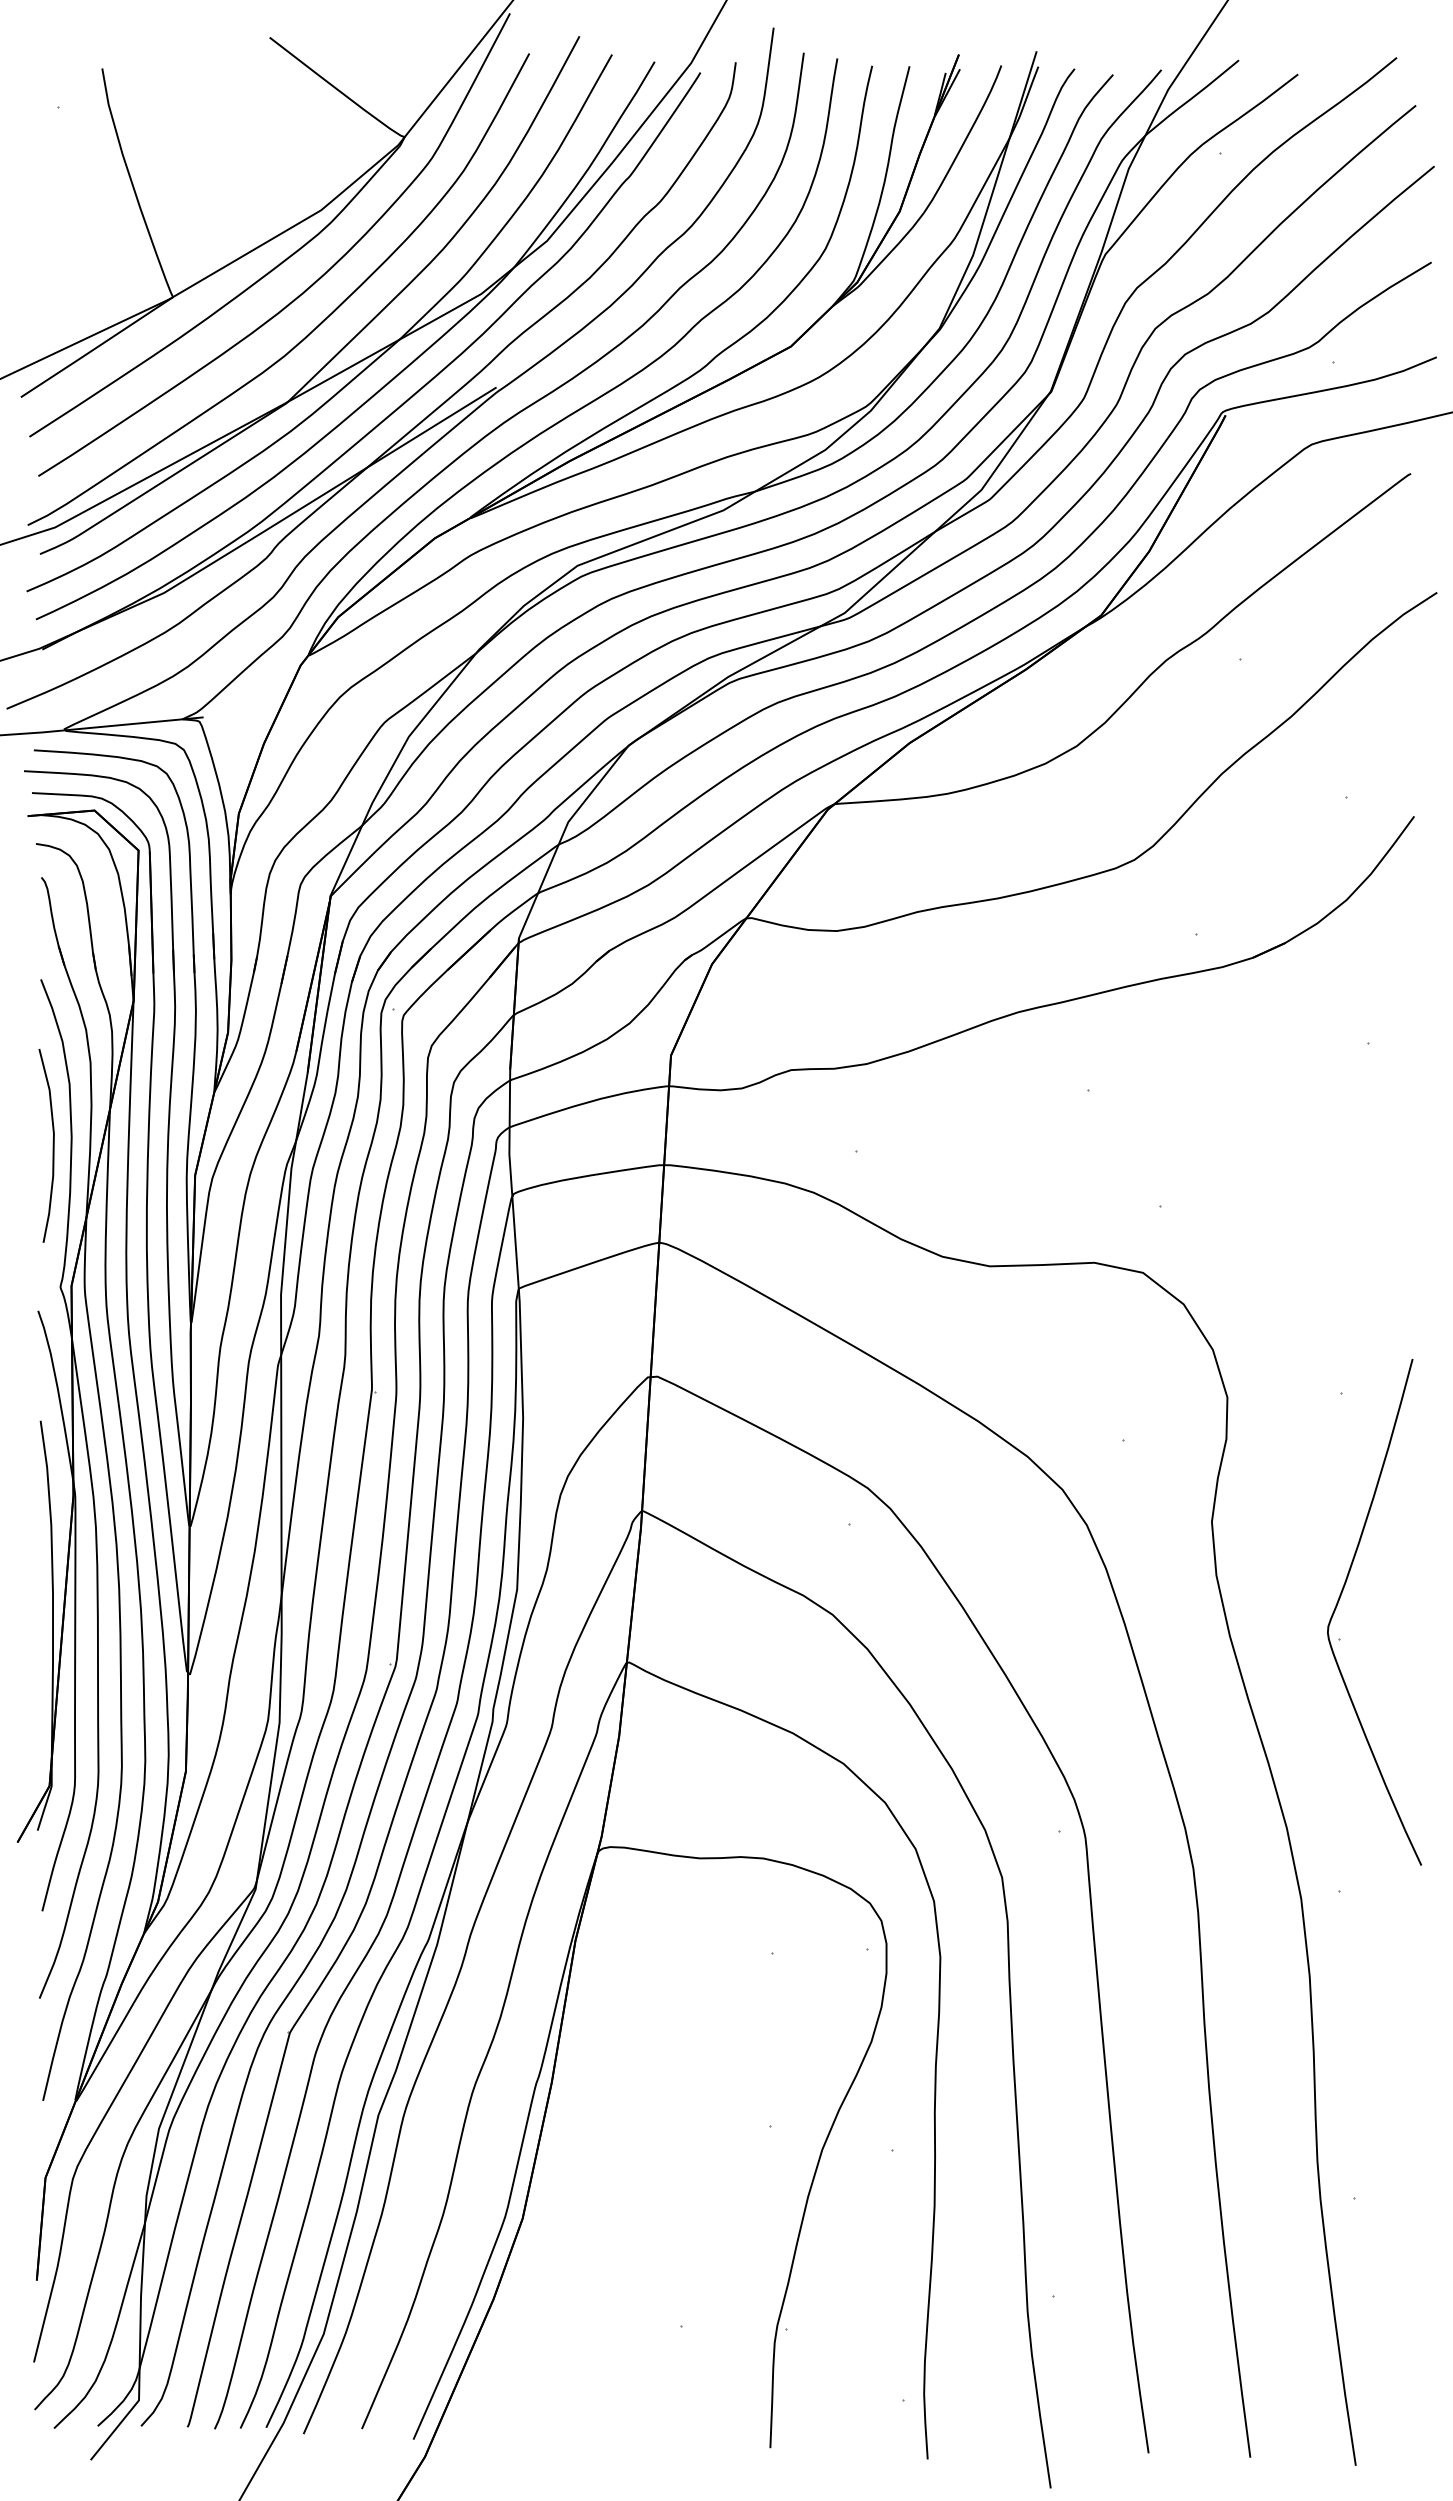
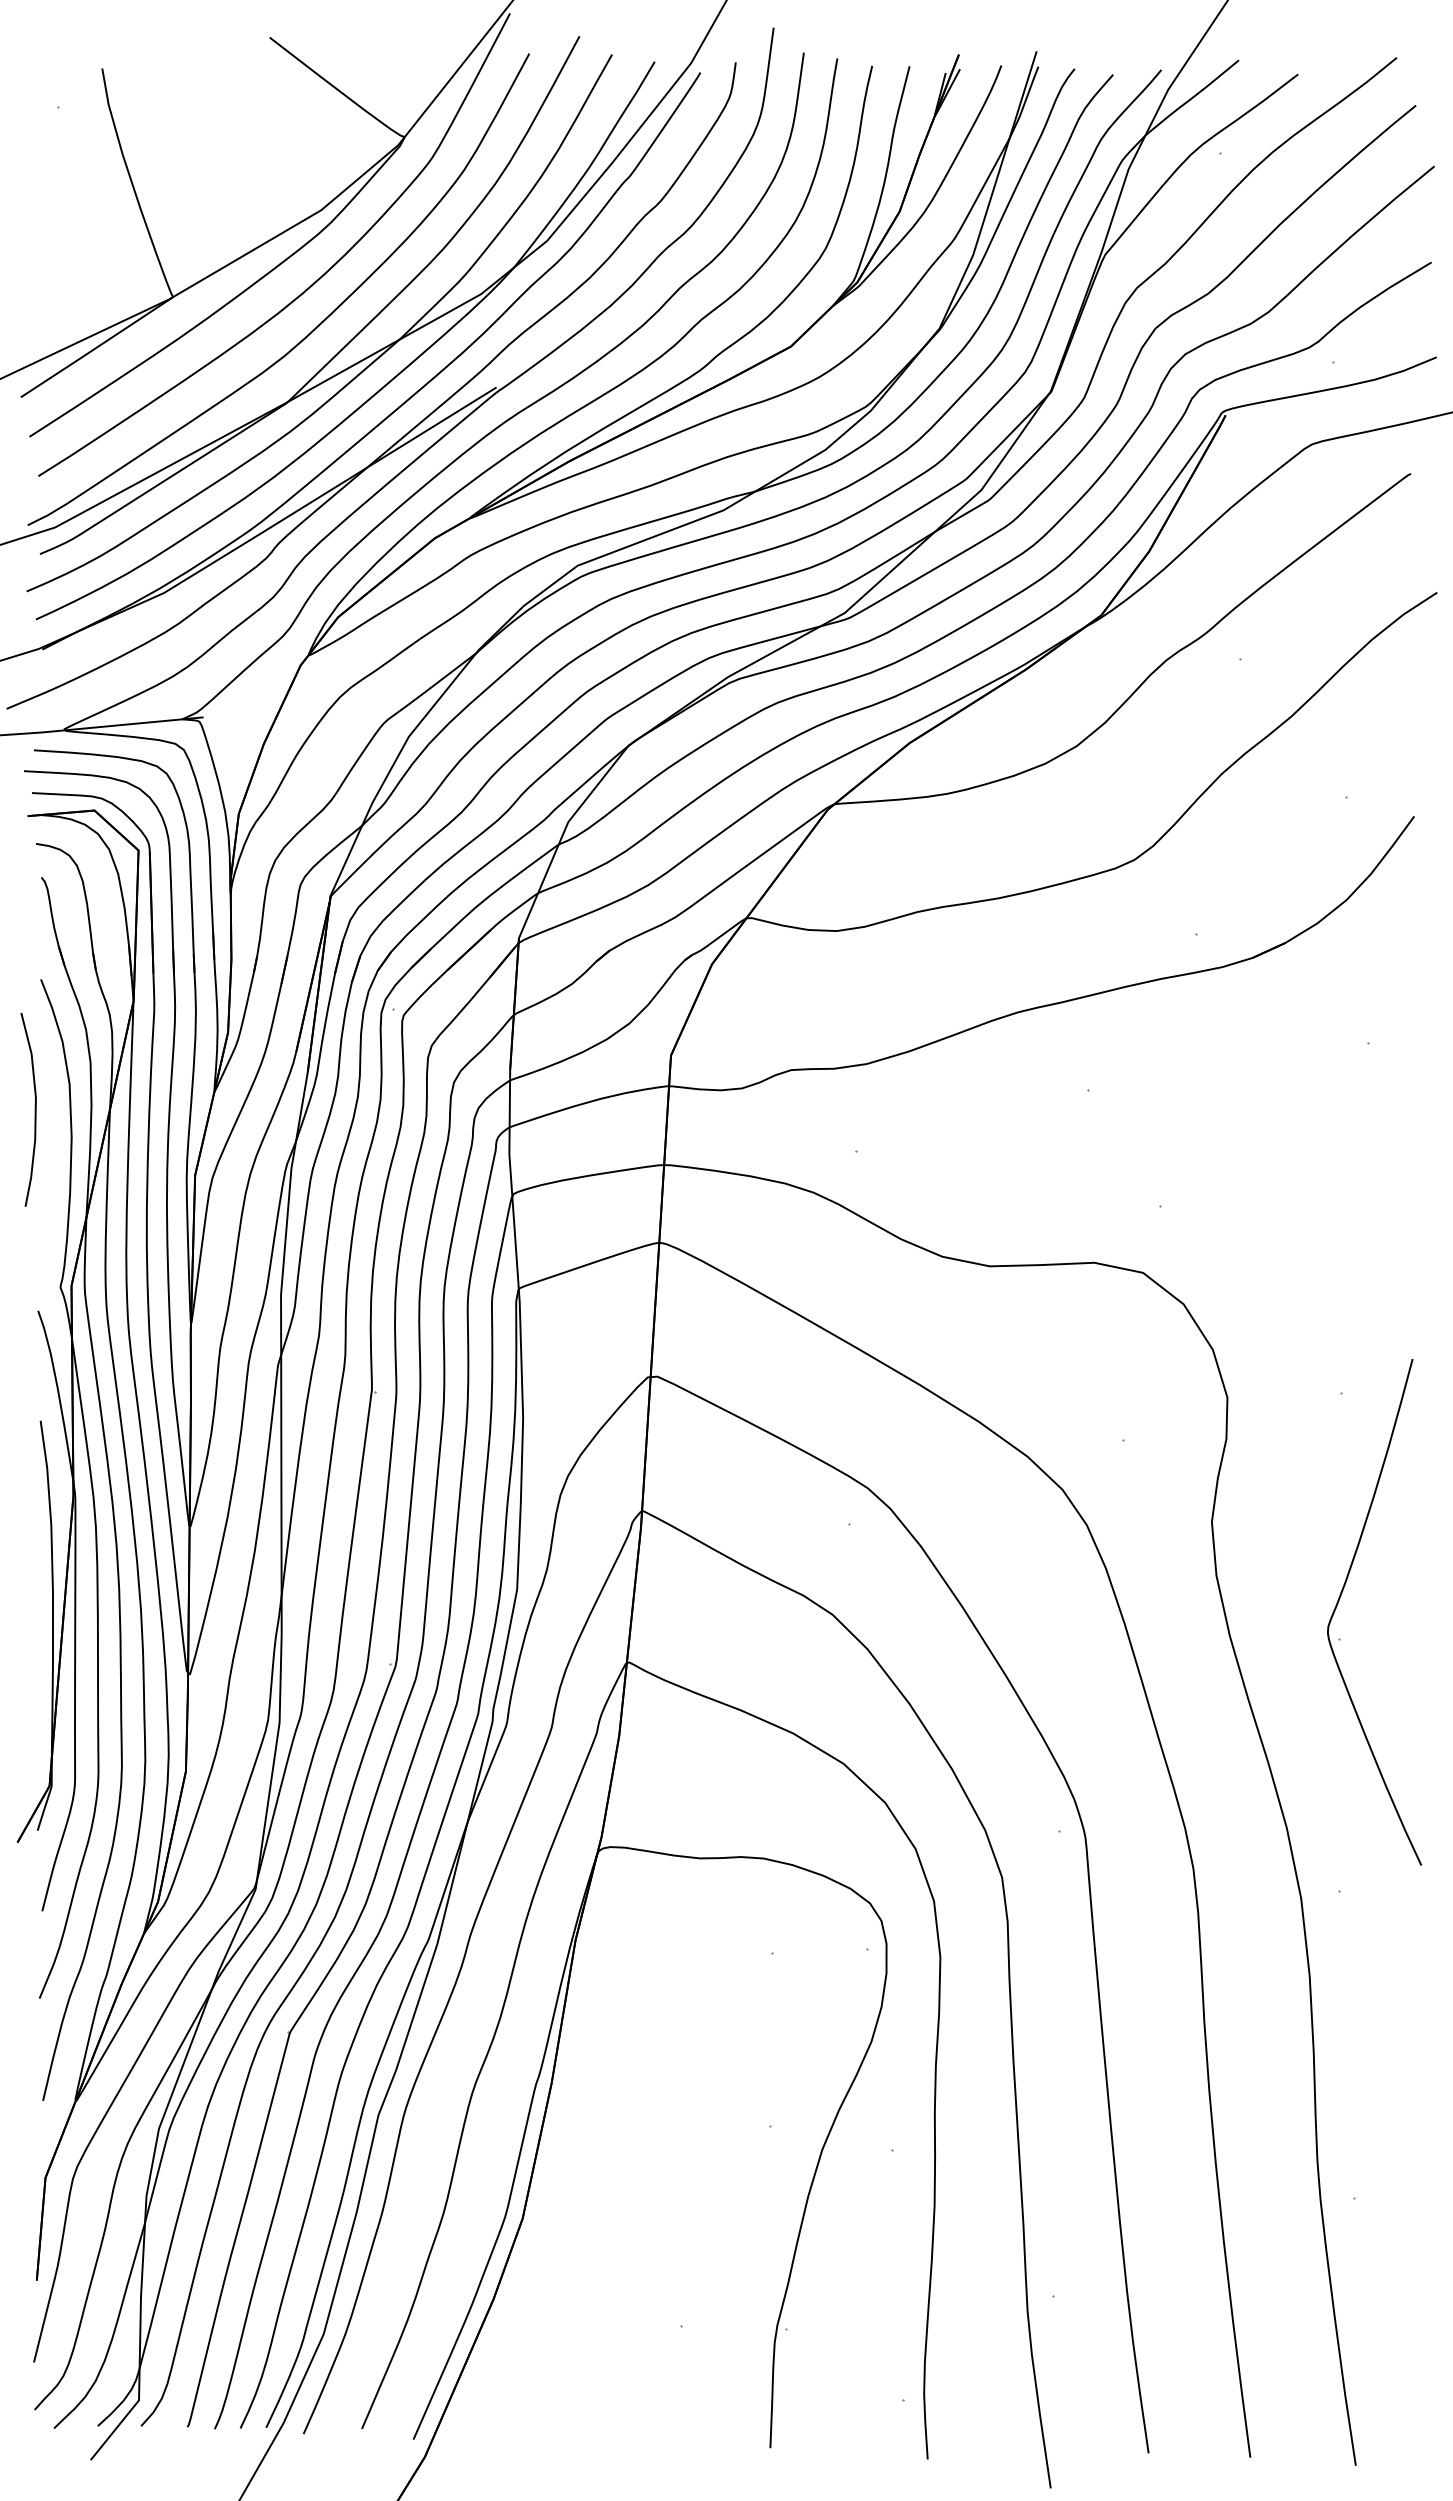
curve at (52, 1145) position: (52, 1145) -> (34, 1109)
